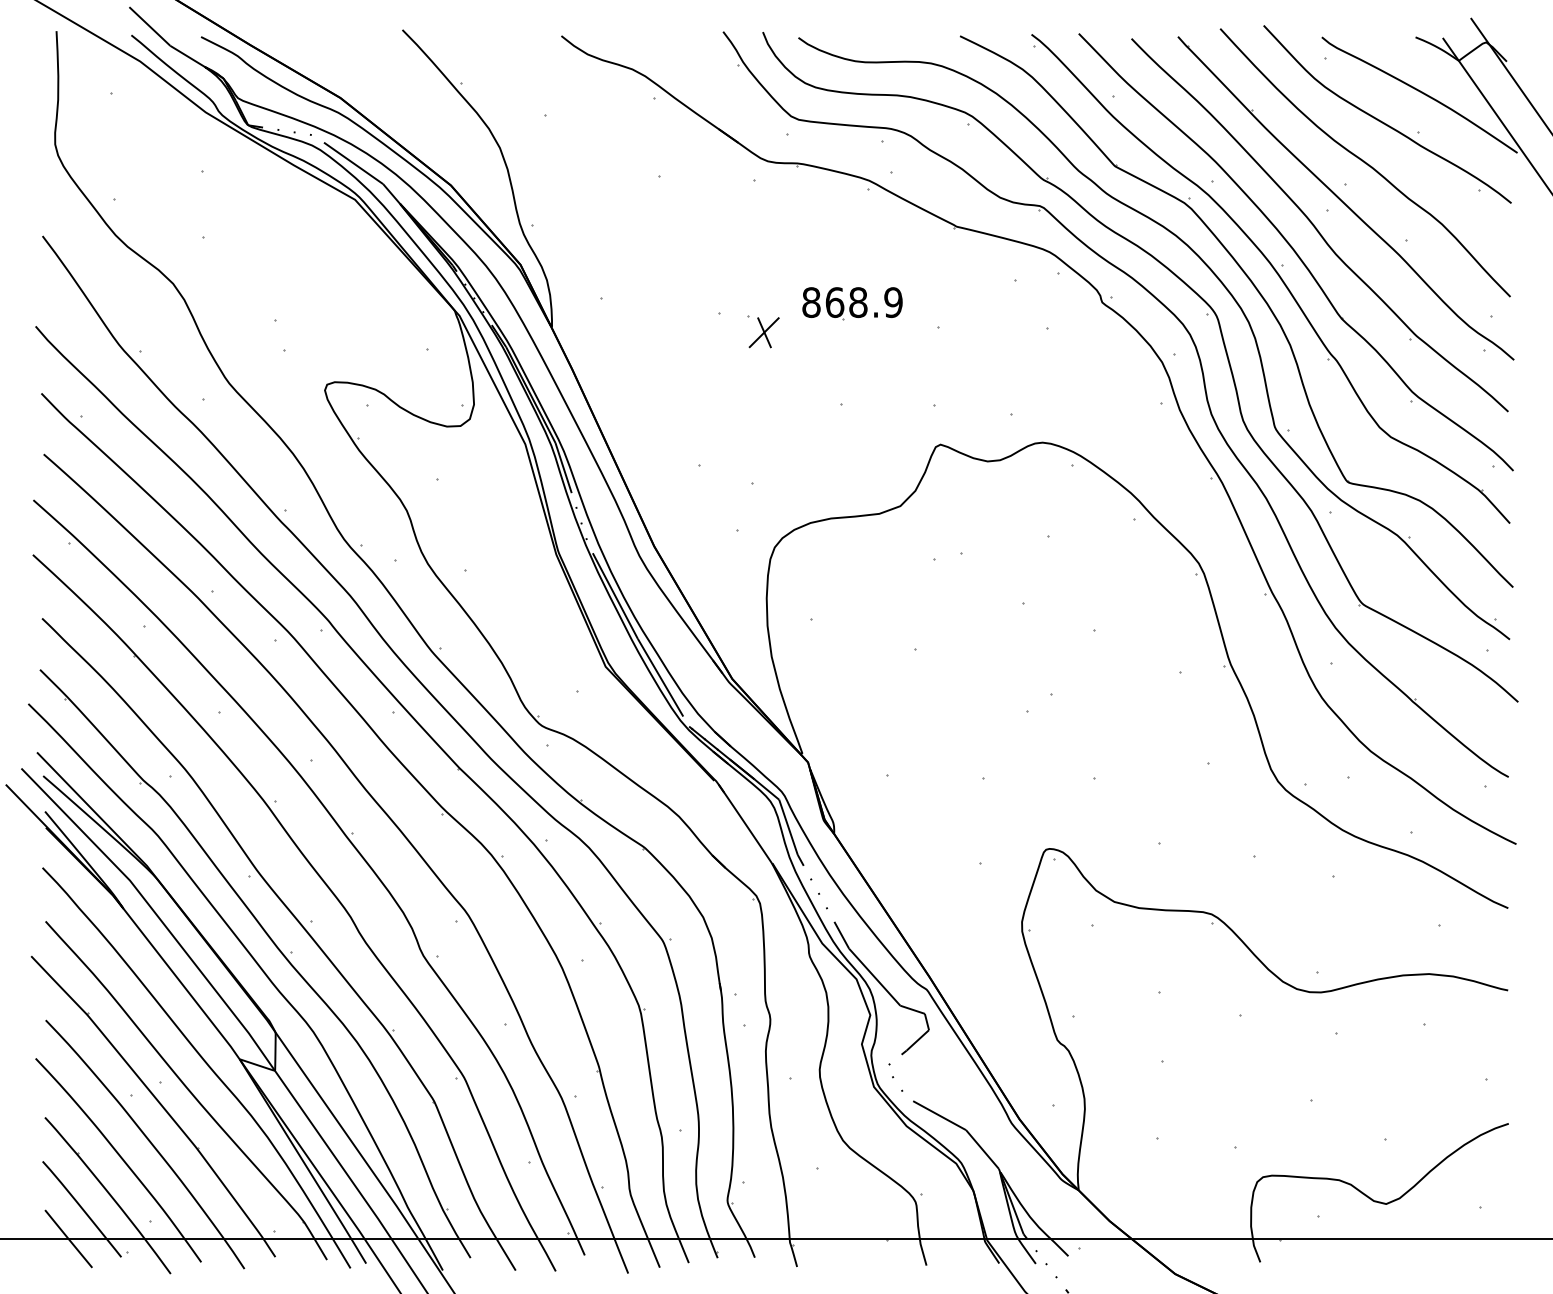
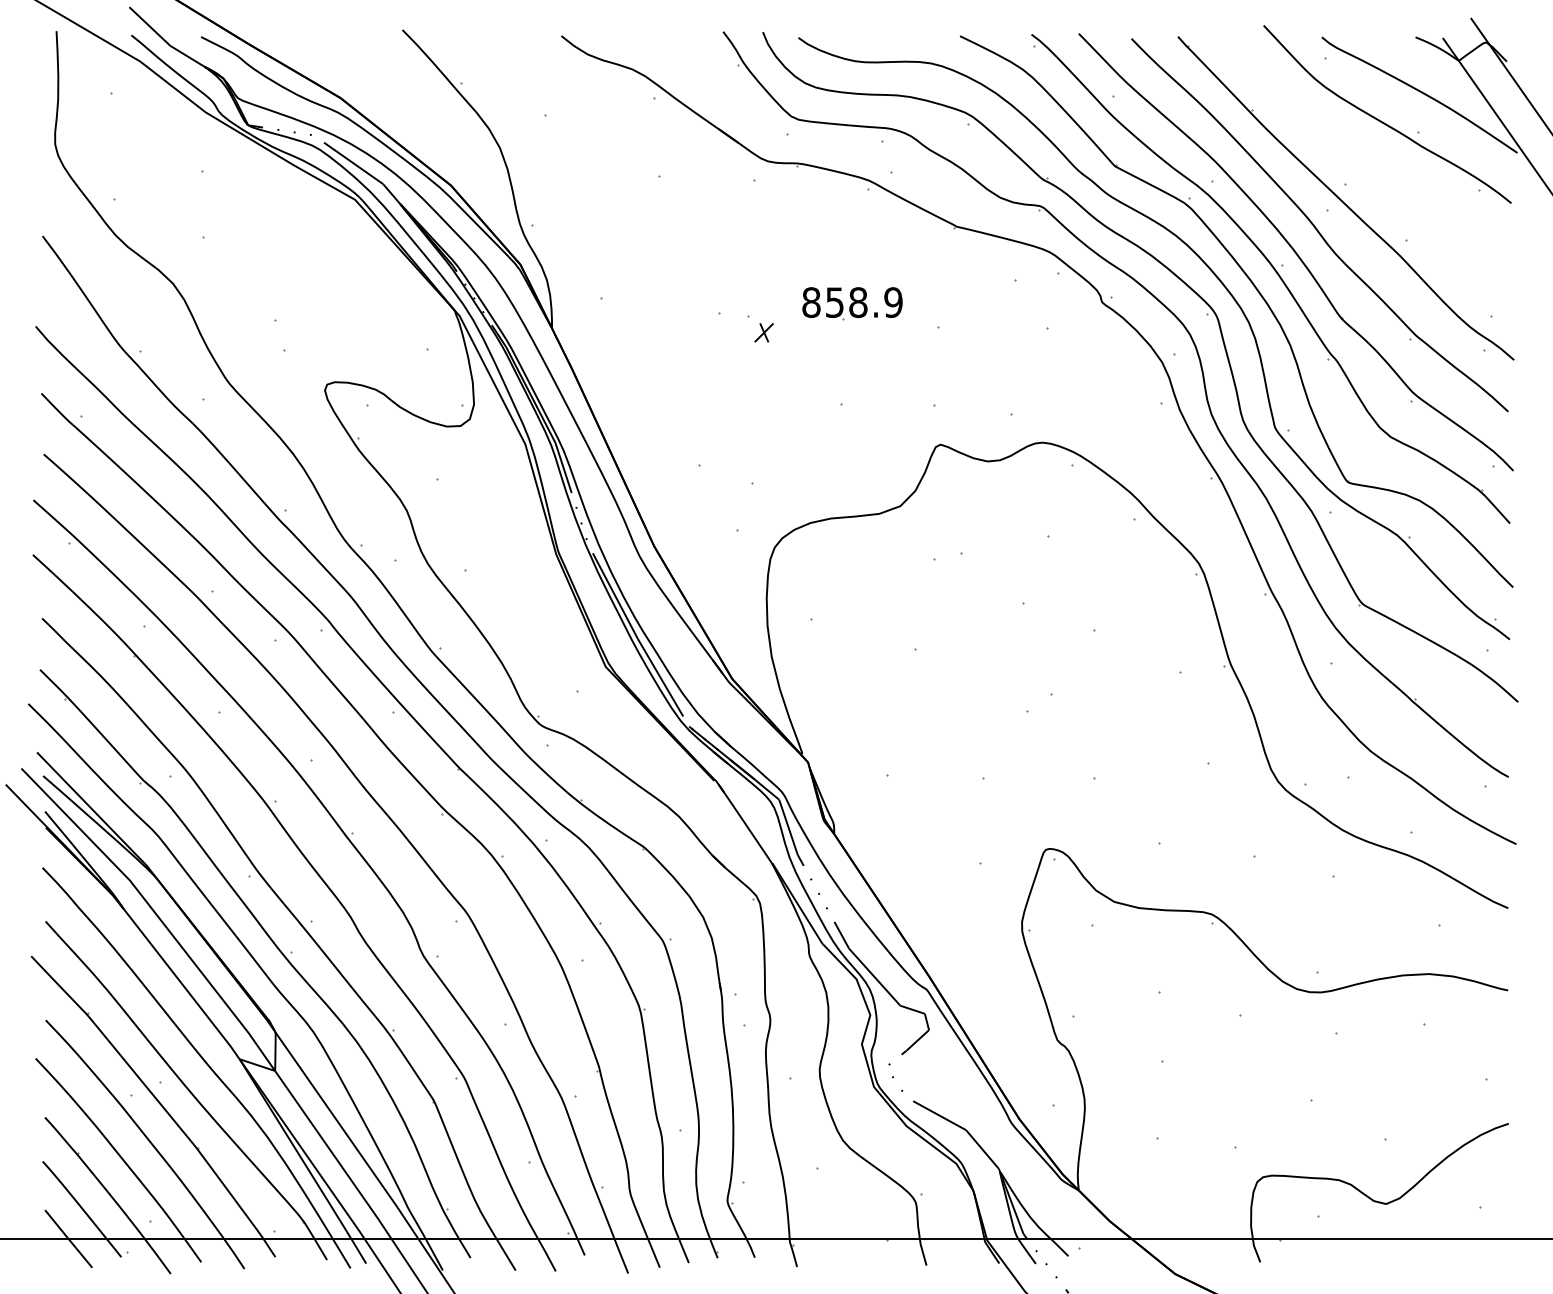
curve at (1364, 162): present -> none
text at (834, 302): 868.9 -> 858.9
part at (763, 332) size: 32x32 px -> 20x20 px
